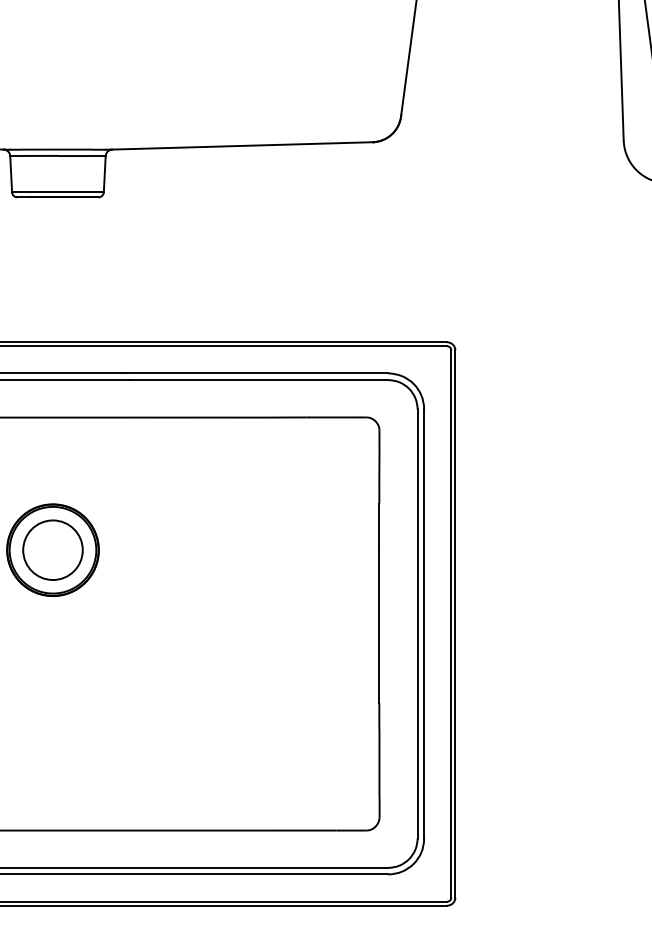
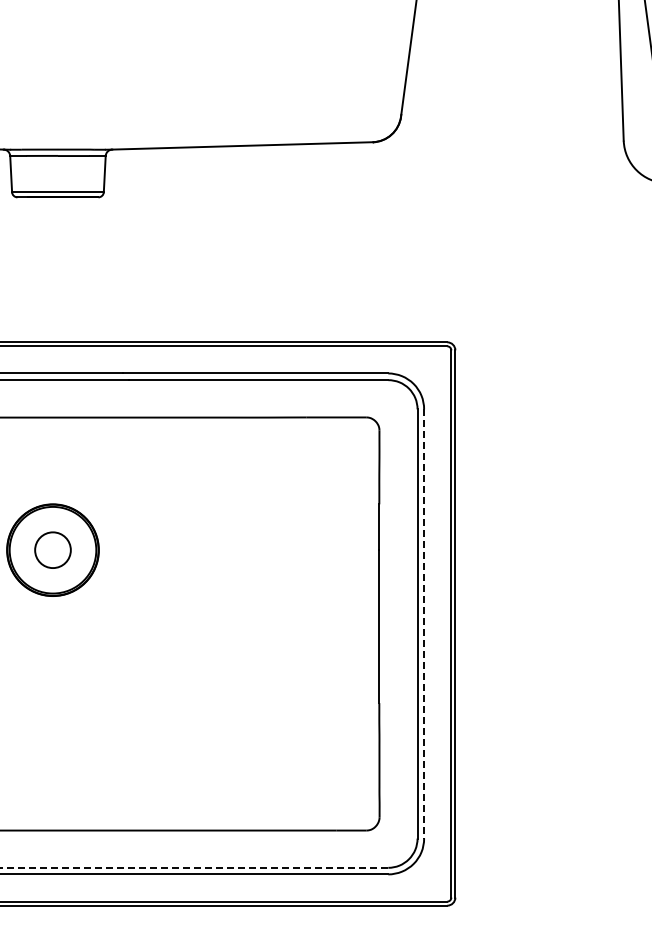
circle at (52, 550) diameter: 60 px -> 36 px
line at (424, 624): solid -> dashed
line at (194, 867): solid -> dashed
